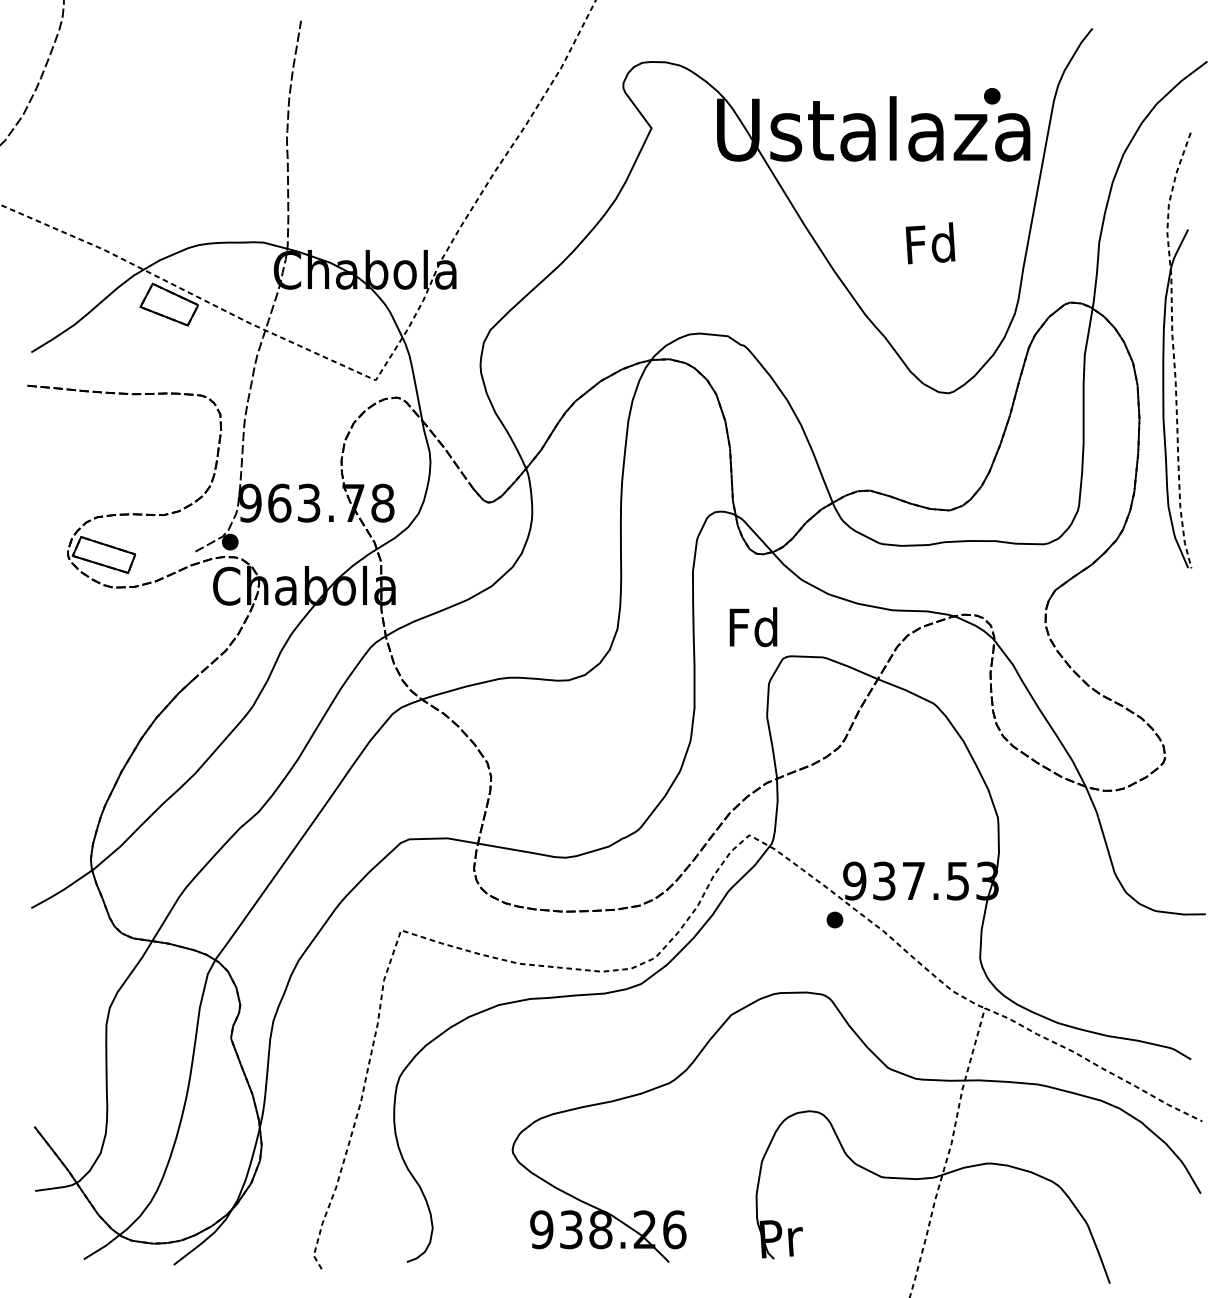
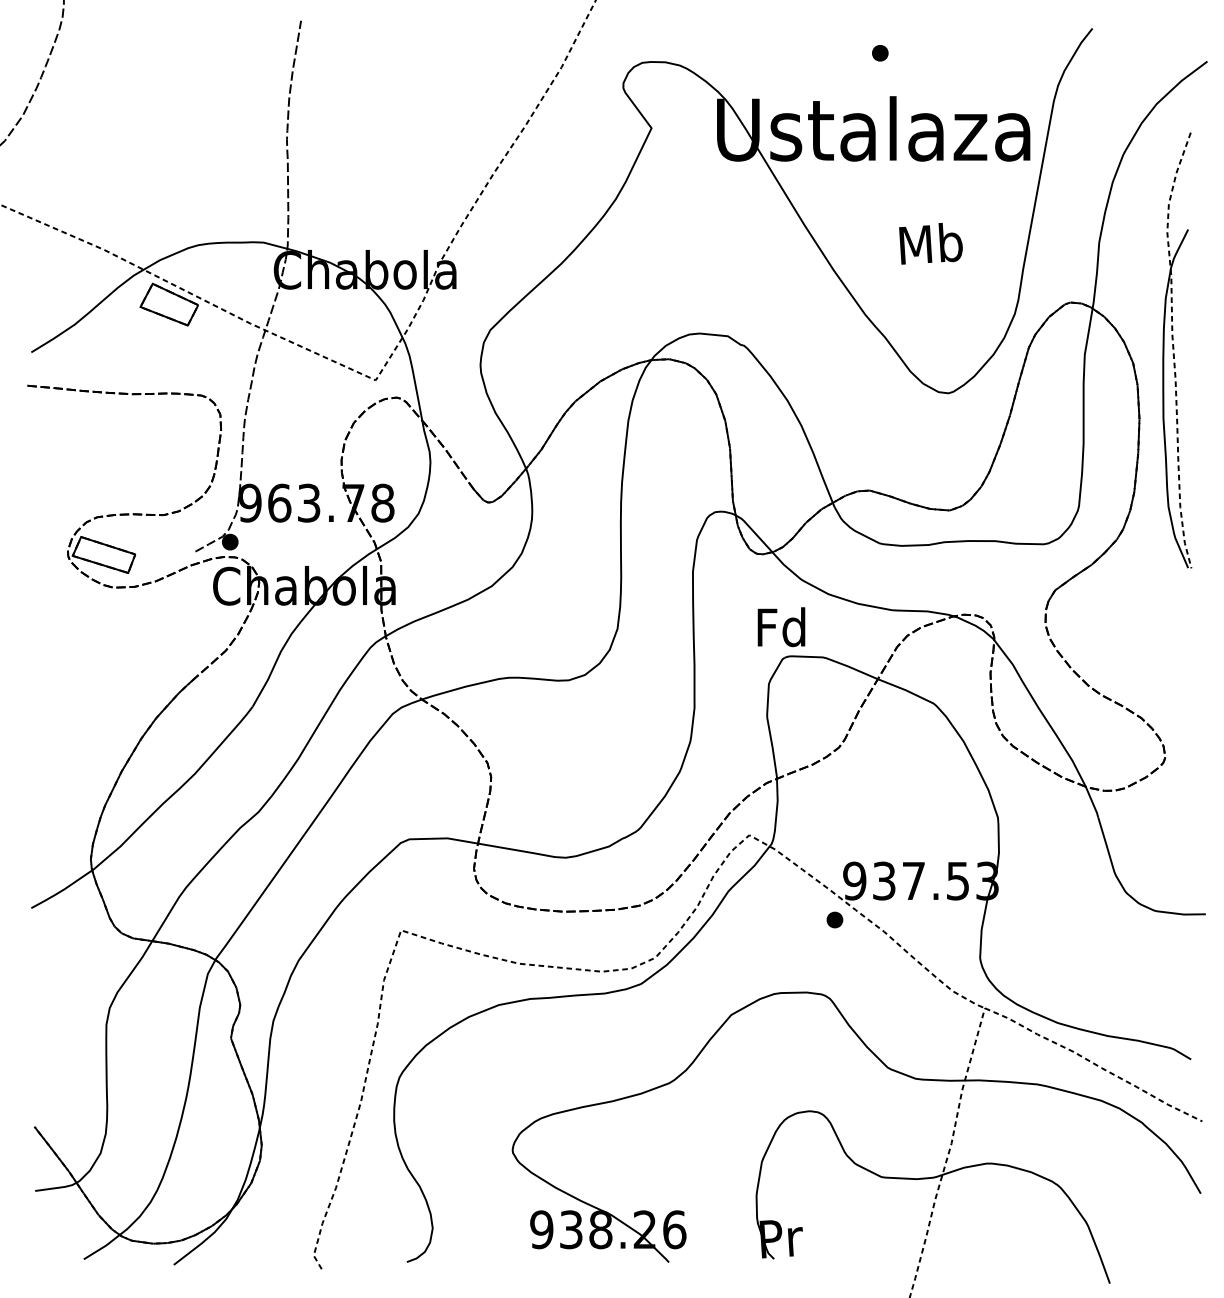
part at (992, 96) position: (992, 96) -> (880, 53)
text at (930, 243): Fd -> Mb
text at (753, 627) position: (753, 627) -> (781, 627)
